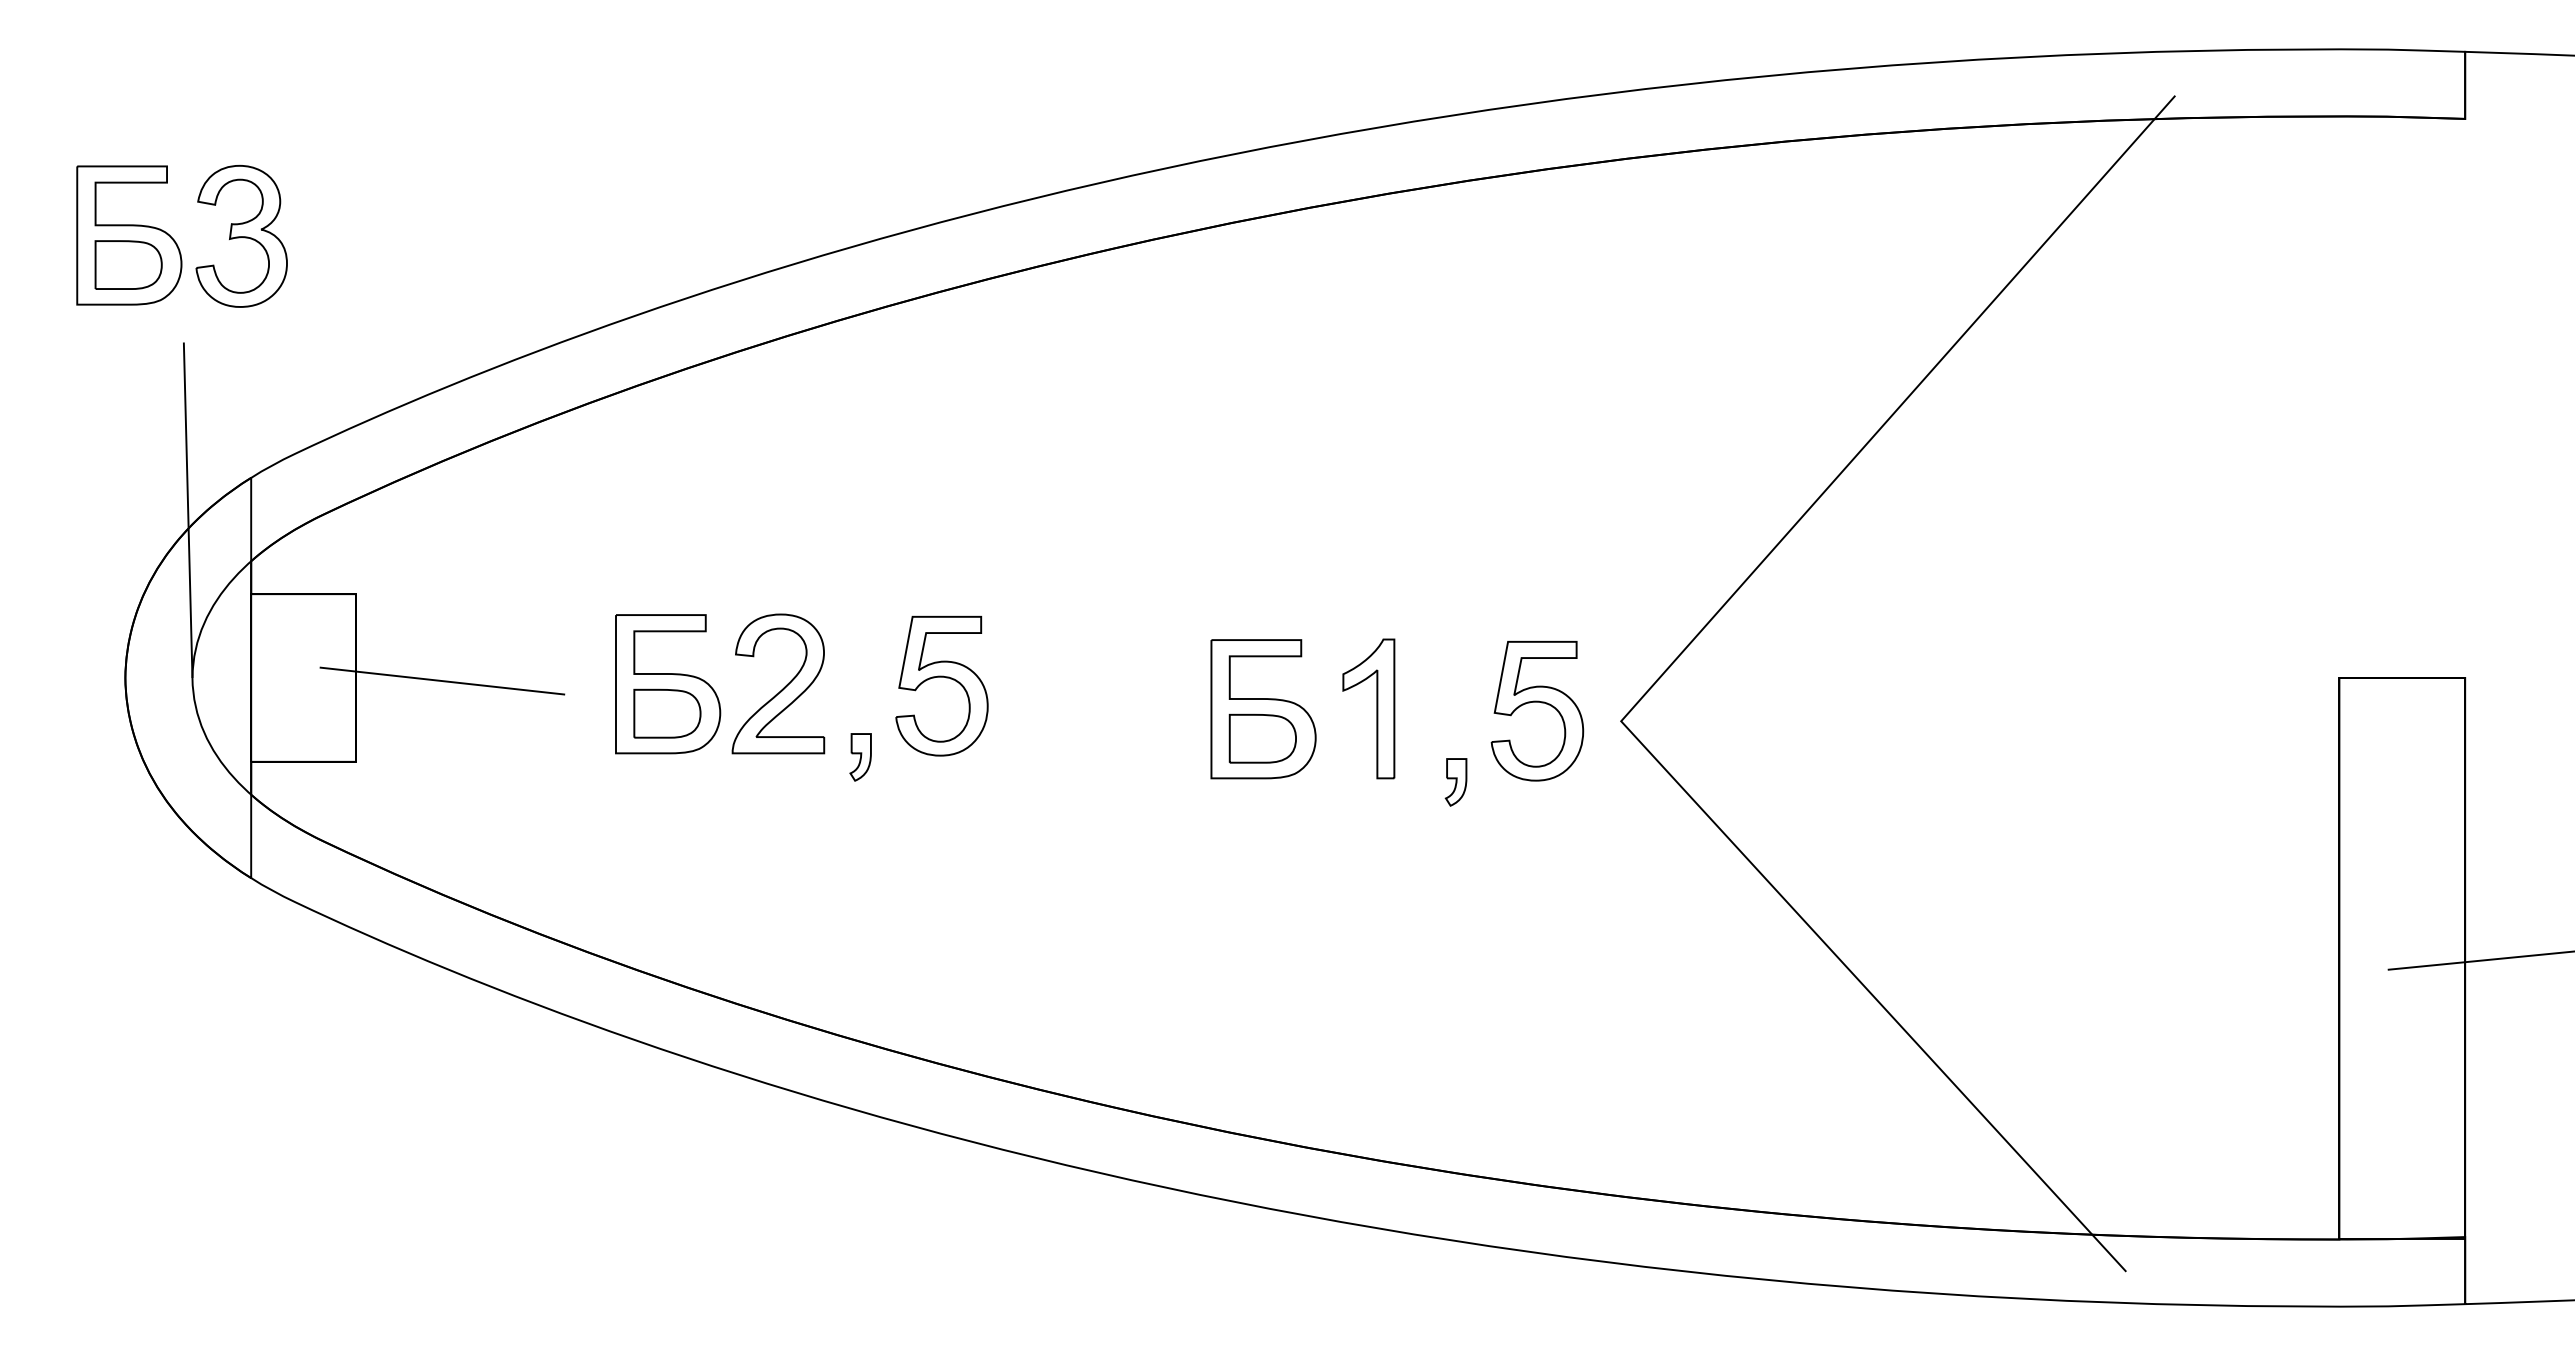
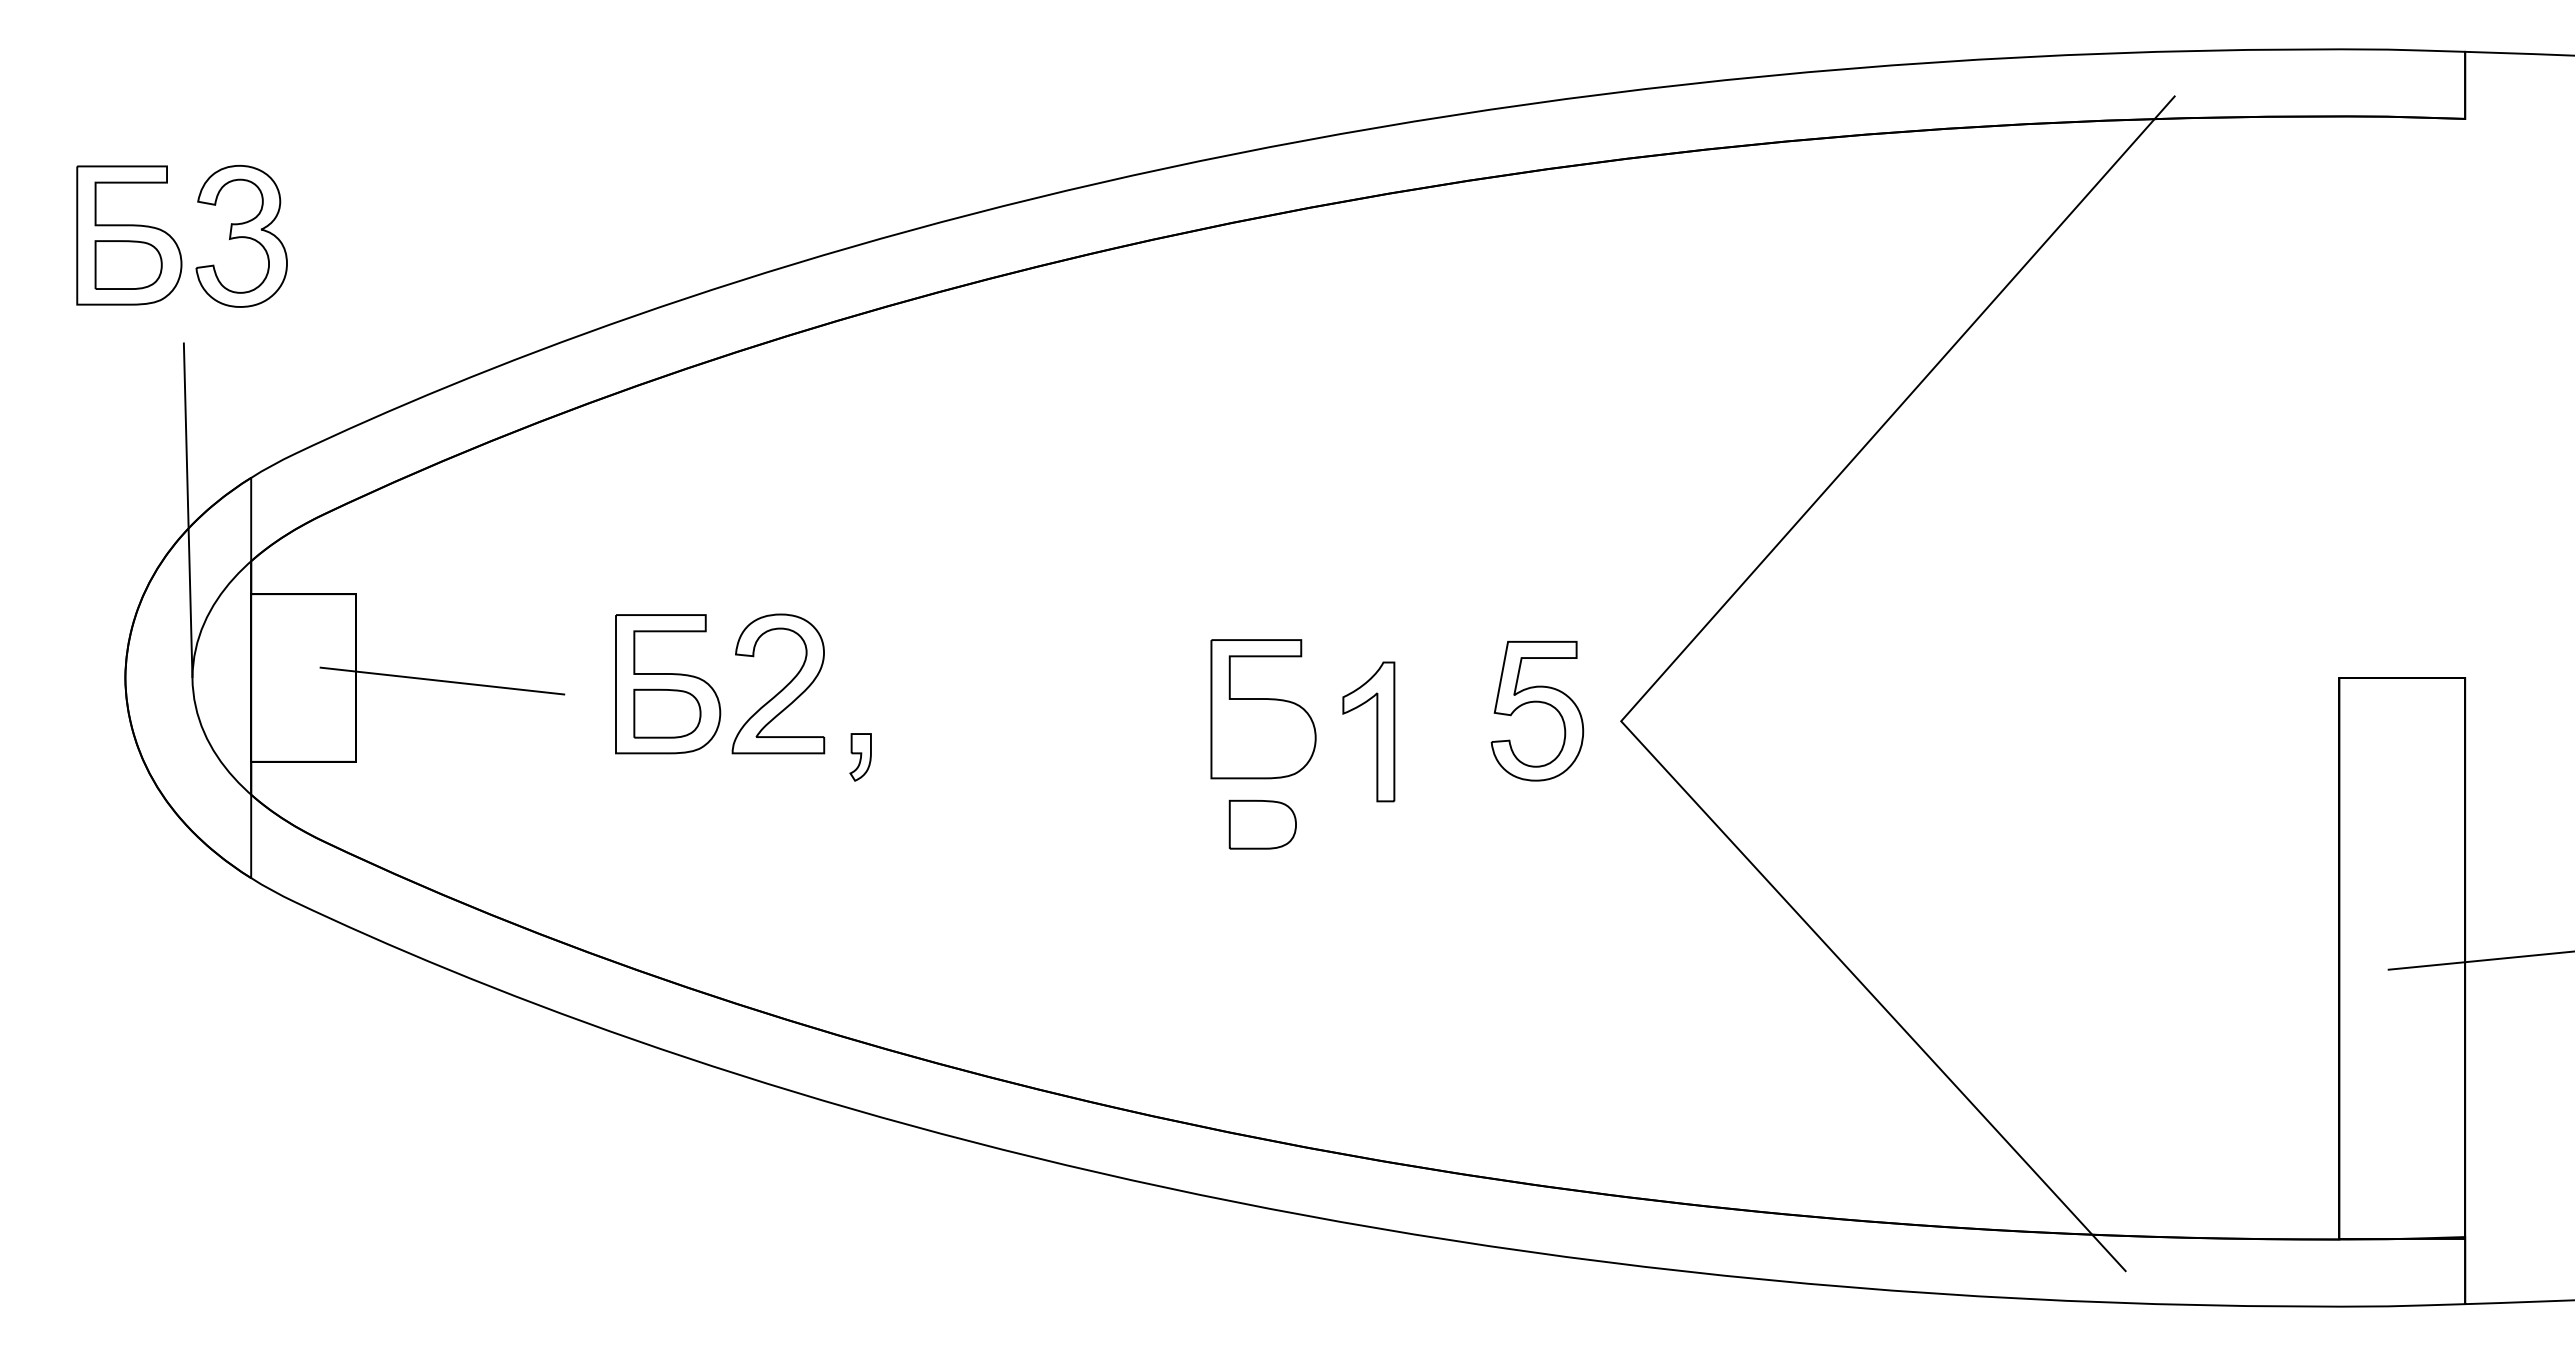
part at (941, 677): present -> none
part at (1376, 708) position: (1376, 708) -> (1376, 731)
part at (1262, 738) position: (1262, 738) -> (1262, 824)
part at (1455, 782): present -> none
